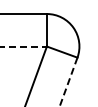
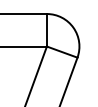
line at (23, 46): dashed -> solid
line at (68, 82): dashed -> solid
